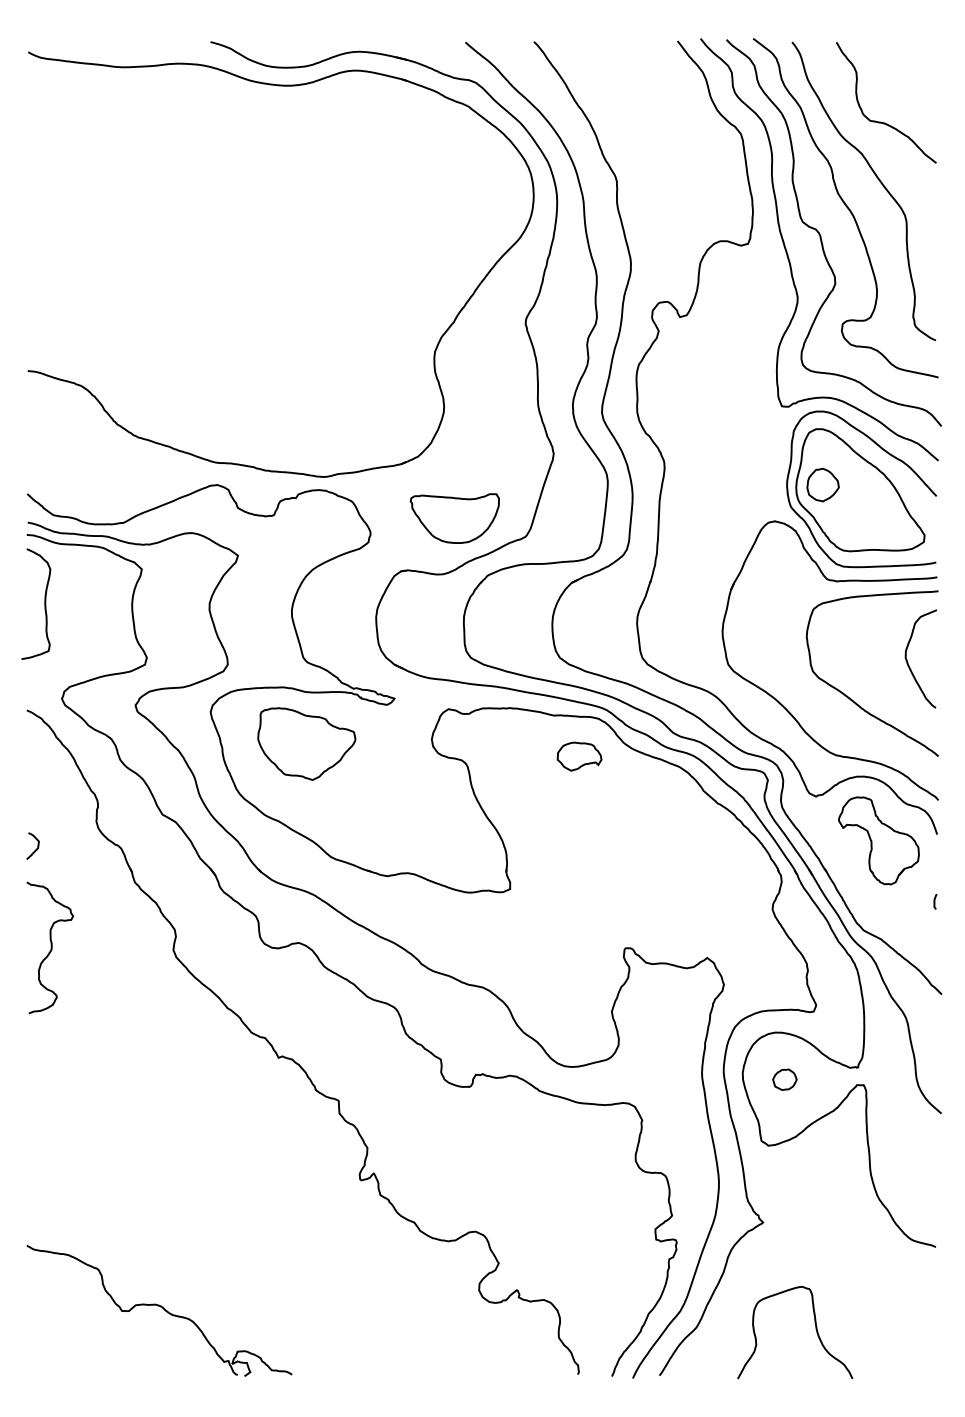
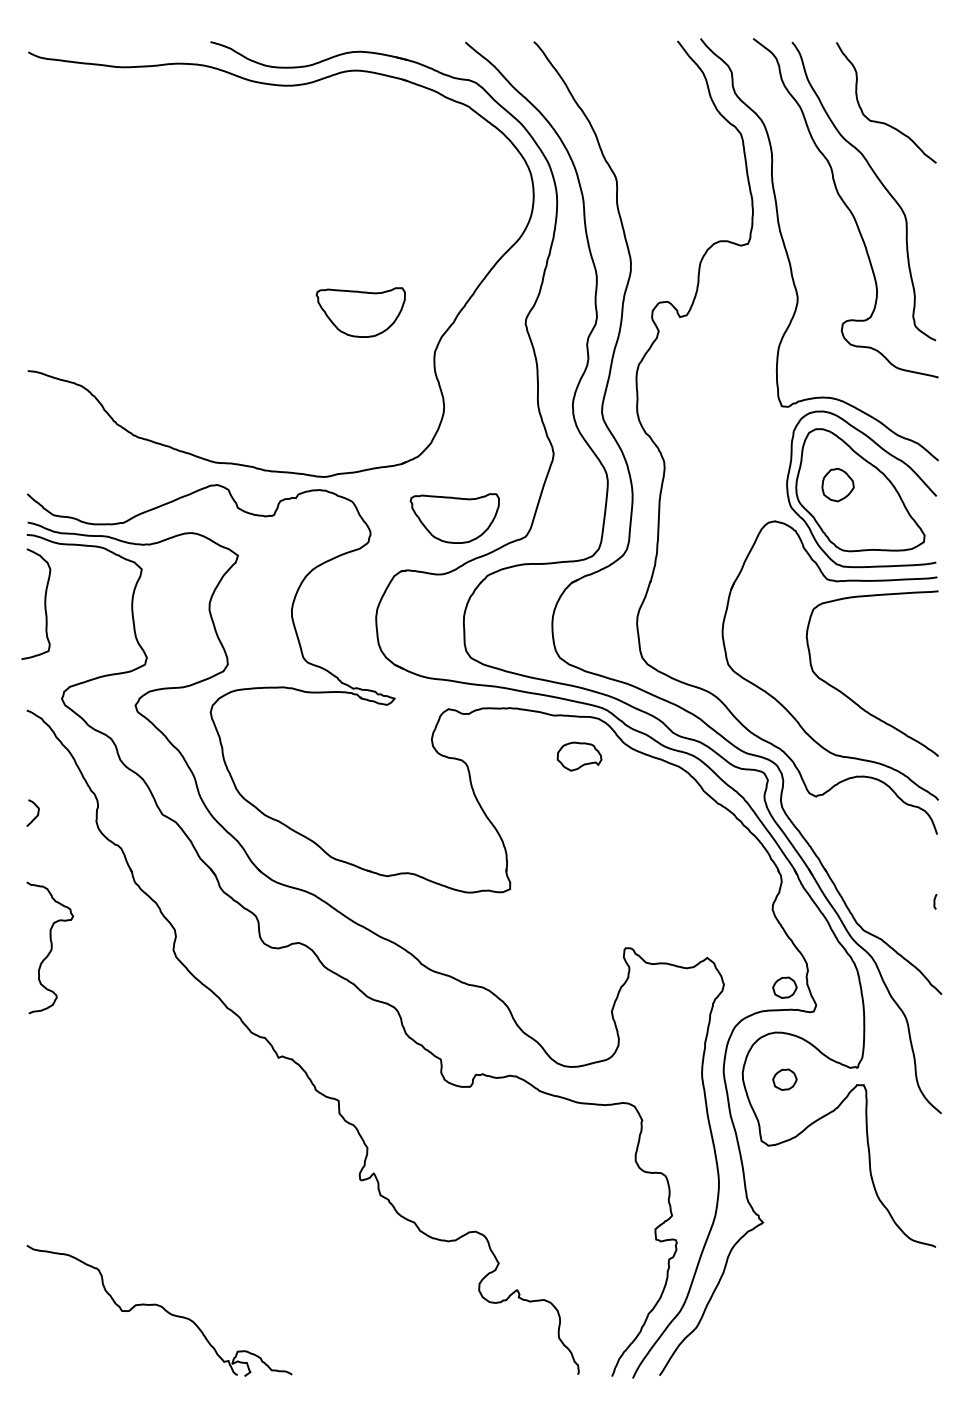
curve at (821, 235): present -> none
part at (360, 312): none -> present
part at (822, 484) position: (822, 484) -> (837, 484)
curve at (908, 662): present -> none
part at (306, 743): present -> none
part at (878, 840): present -> none
curve at (37, 845) position: (37, 845) -> (37, 812)
part at (784, 987): none -> present
curve at (815, 1329): present -> none
